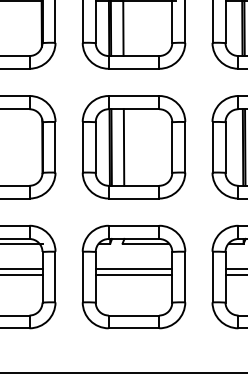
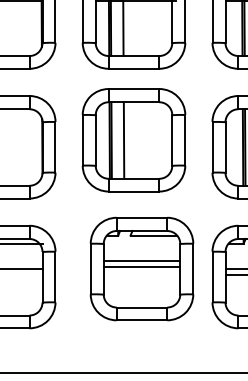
part at (133, 147) position: (133, 147) -> (133, 140)
line at (22, 274): present -> none
part at (133, 276) position: (133, 276) -> (141, 268)
